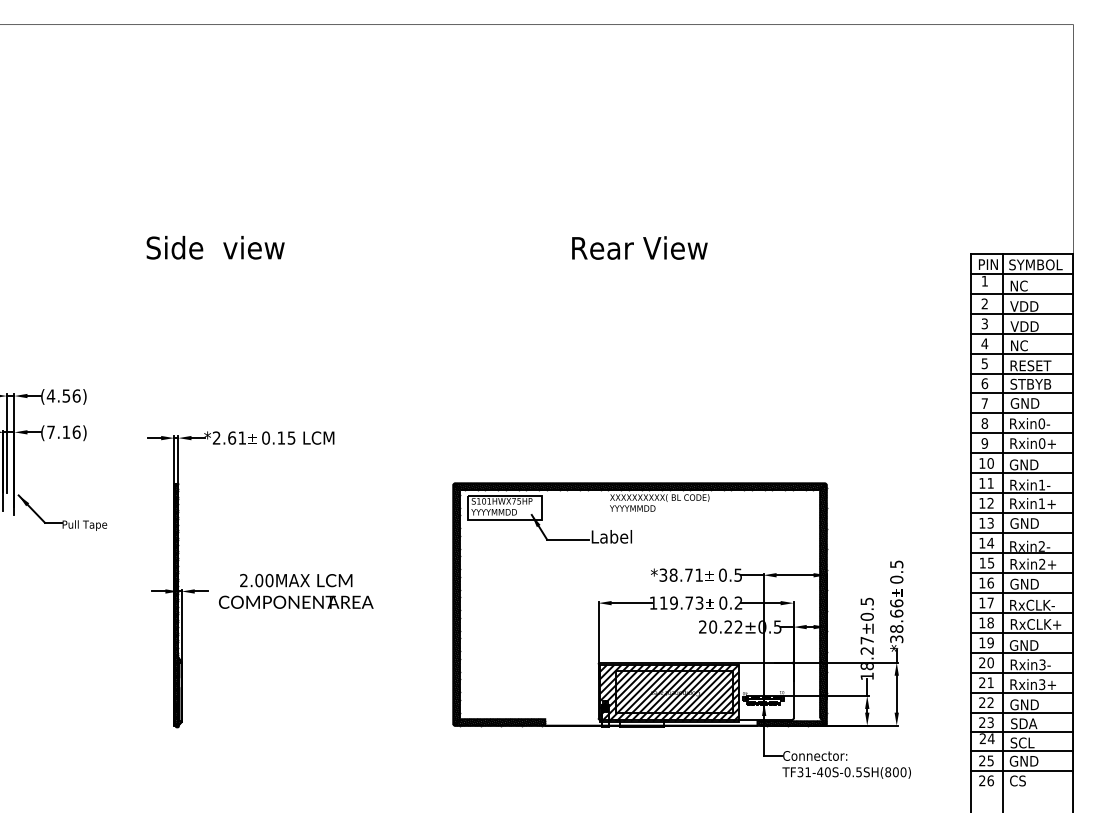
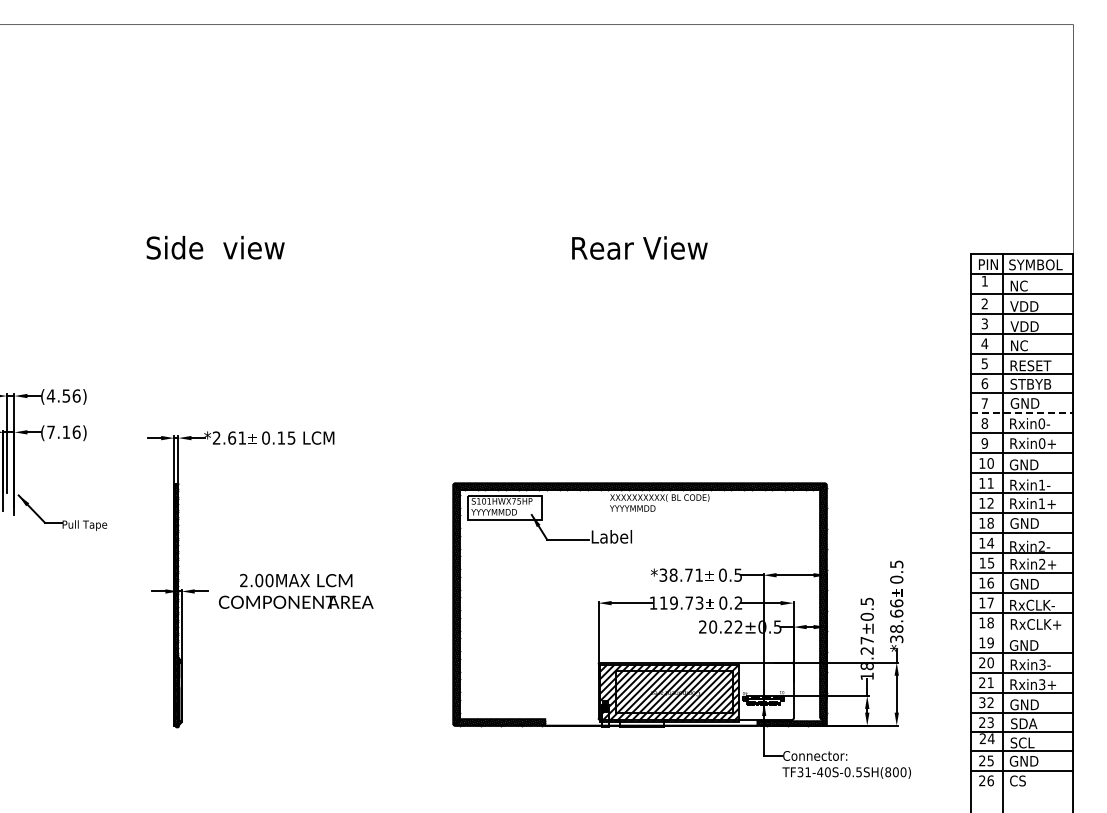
line at (1022, 413): solid -> dashed
text at (990, 522): 13 -> 18
line at (1021, 632): present -> none
text at (982, 703): 22 -> 32
